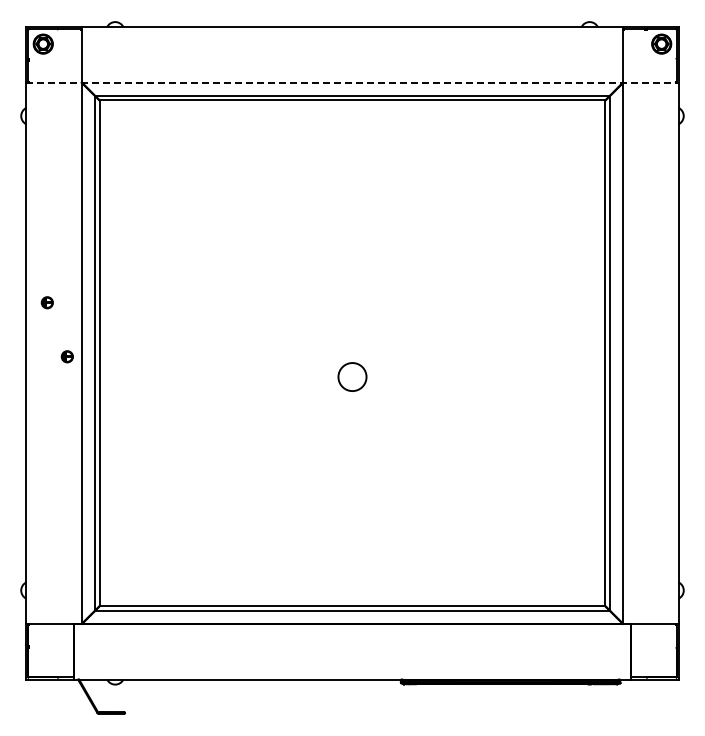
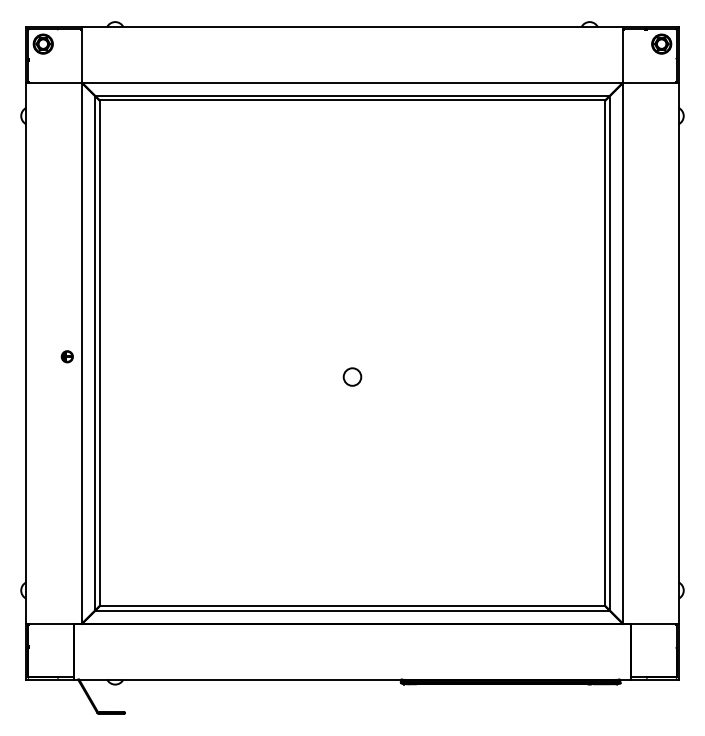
line at (353, 82): dashed -> solid
part at (46, 302): present -> none
circle at (352, 377) diameter: 28 px -> 18 px
